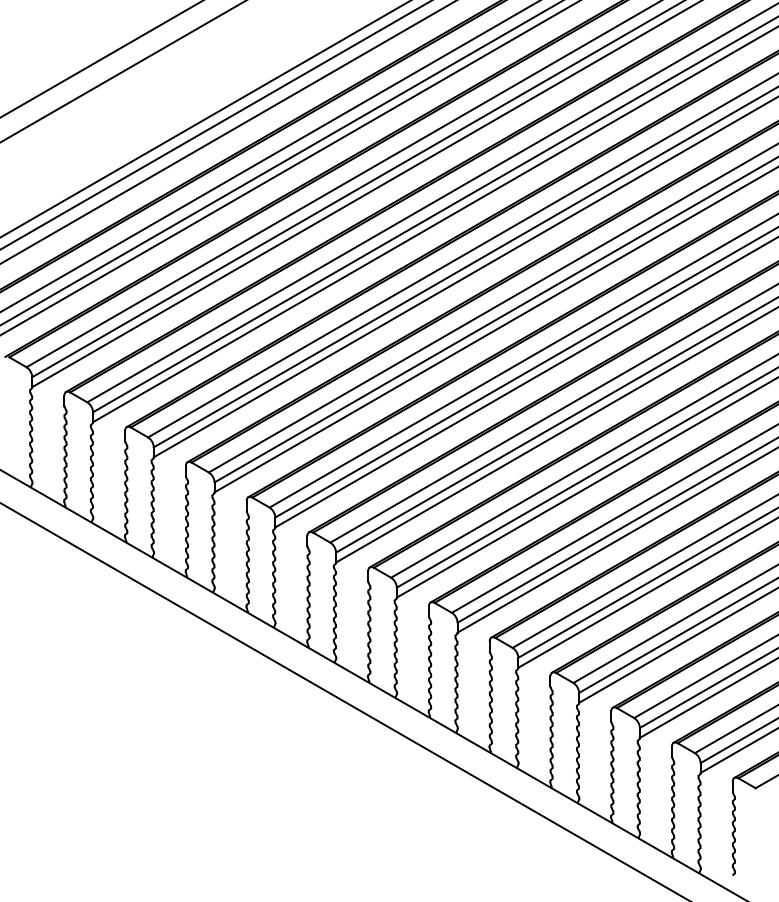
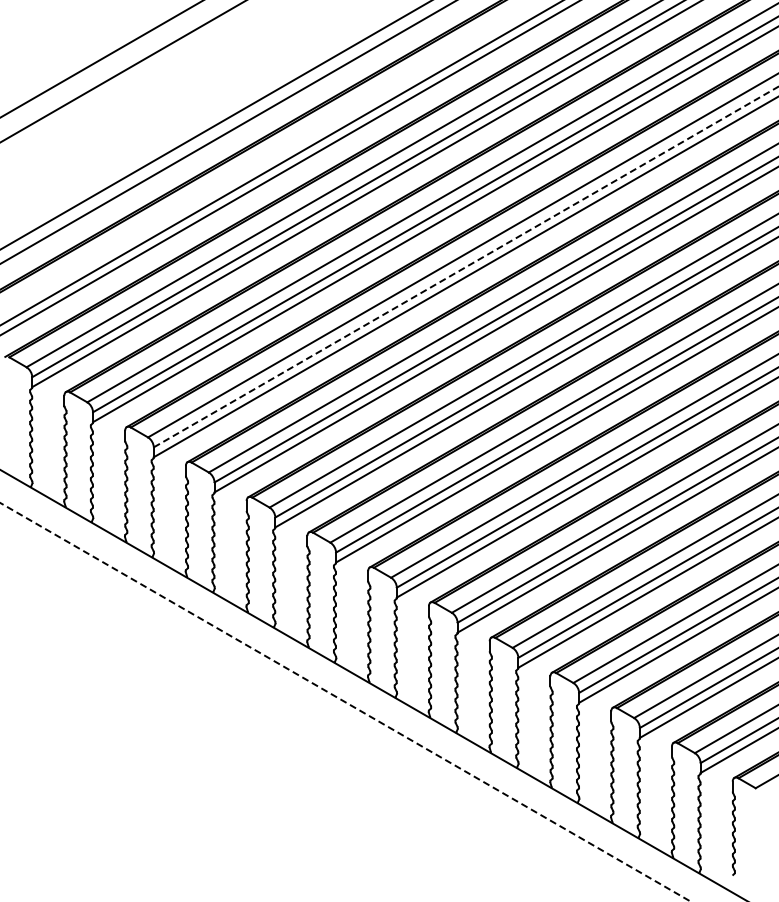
line at (204, 119): present -> none
line at (269, 156): present -> none
line at (466, 266): solid -> dashed
line at (345, 702): solid -> dashed
